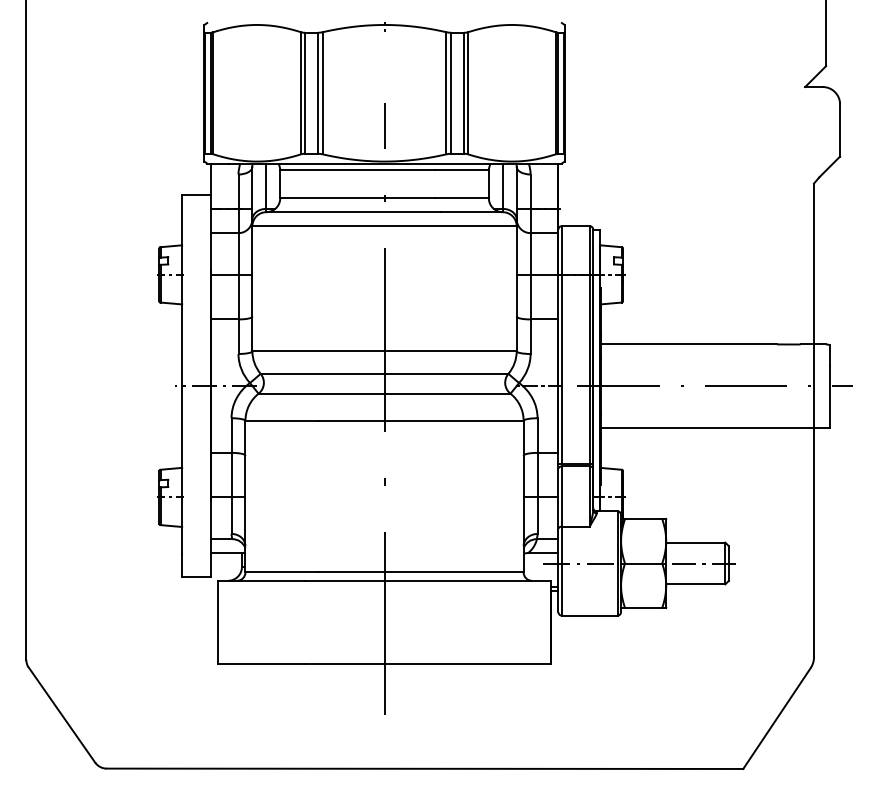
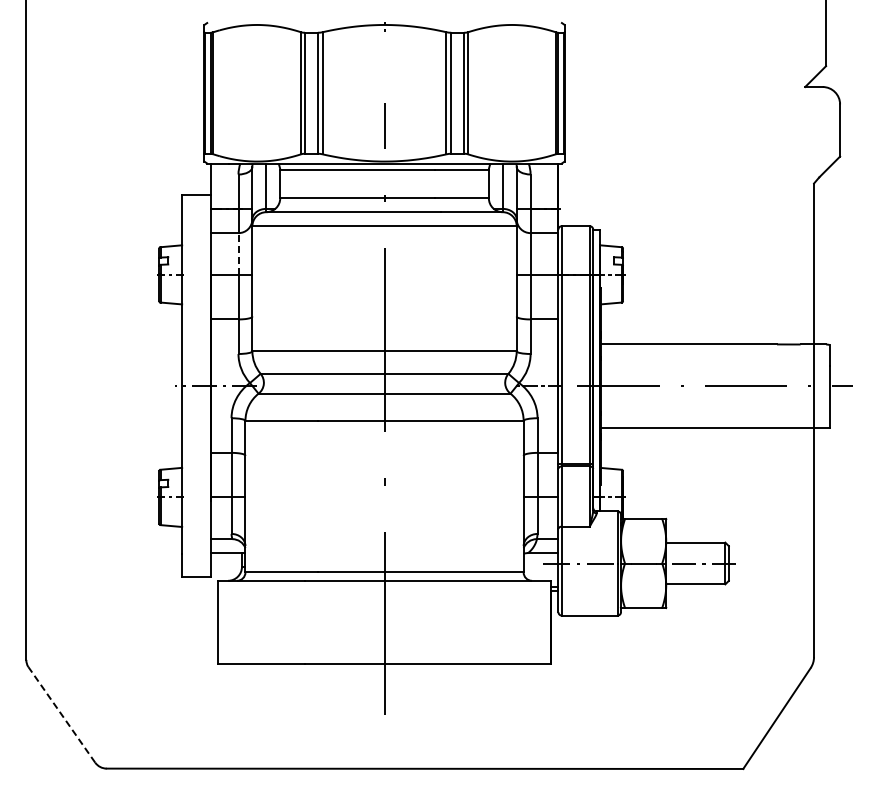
line at (238, 254): solid -> dashed
line at (61, 714): solid -> dashed
